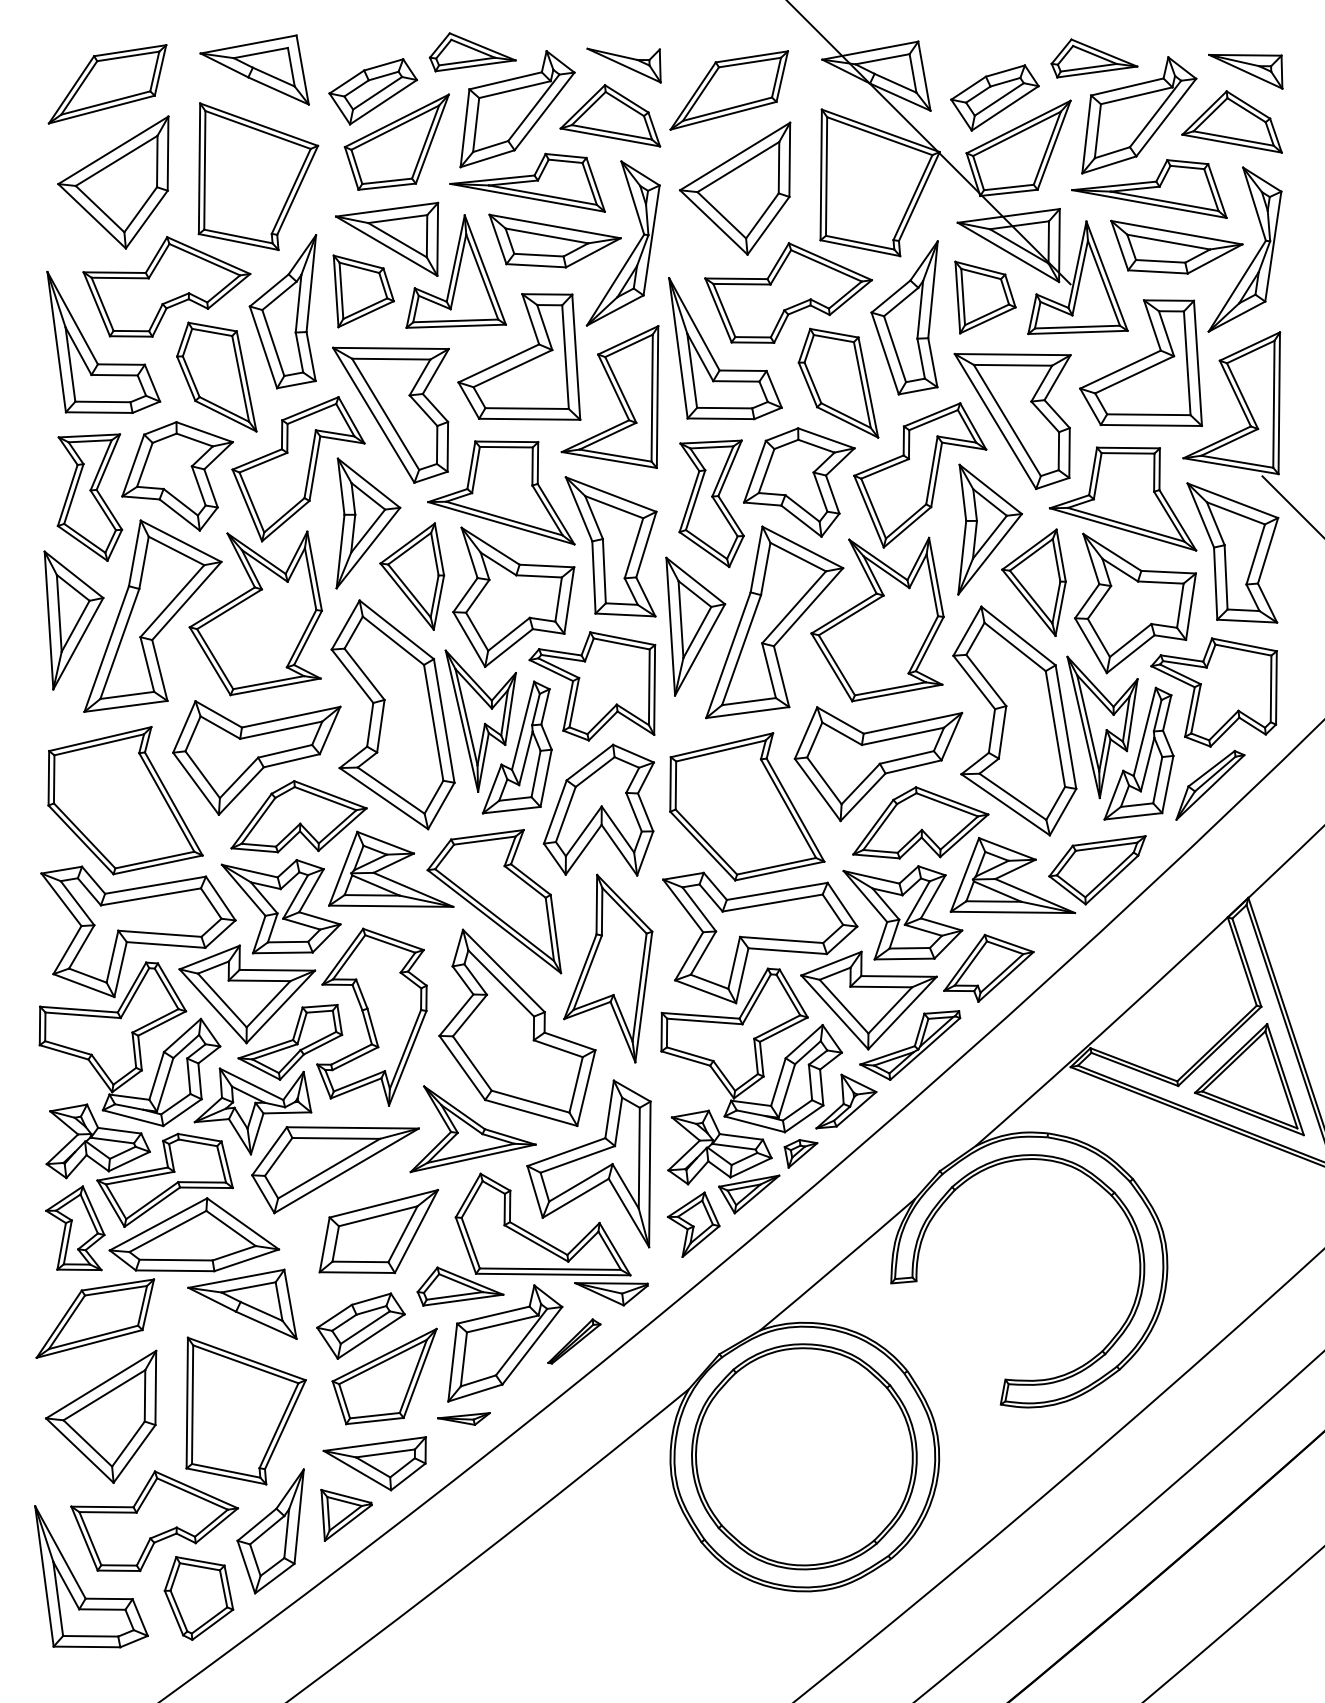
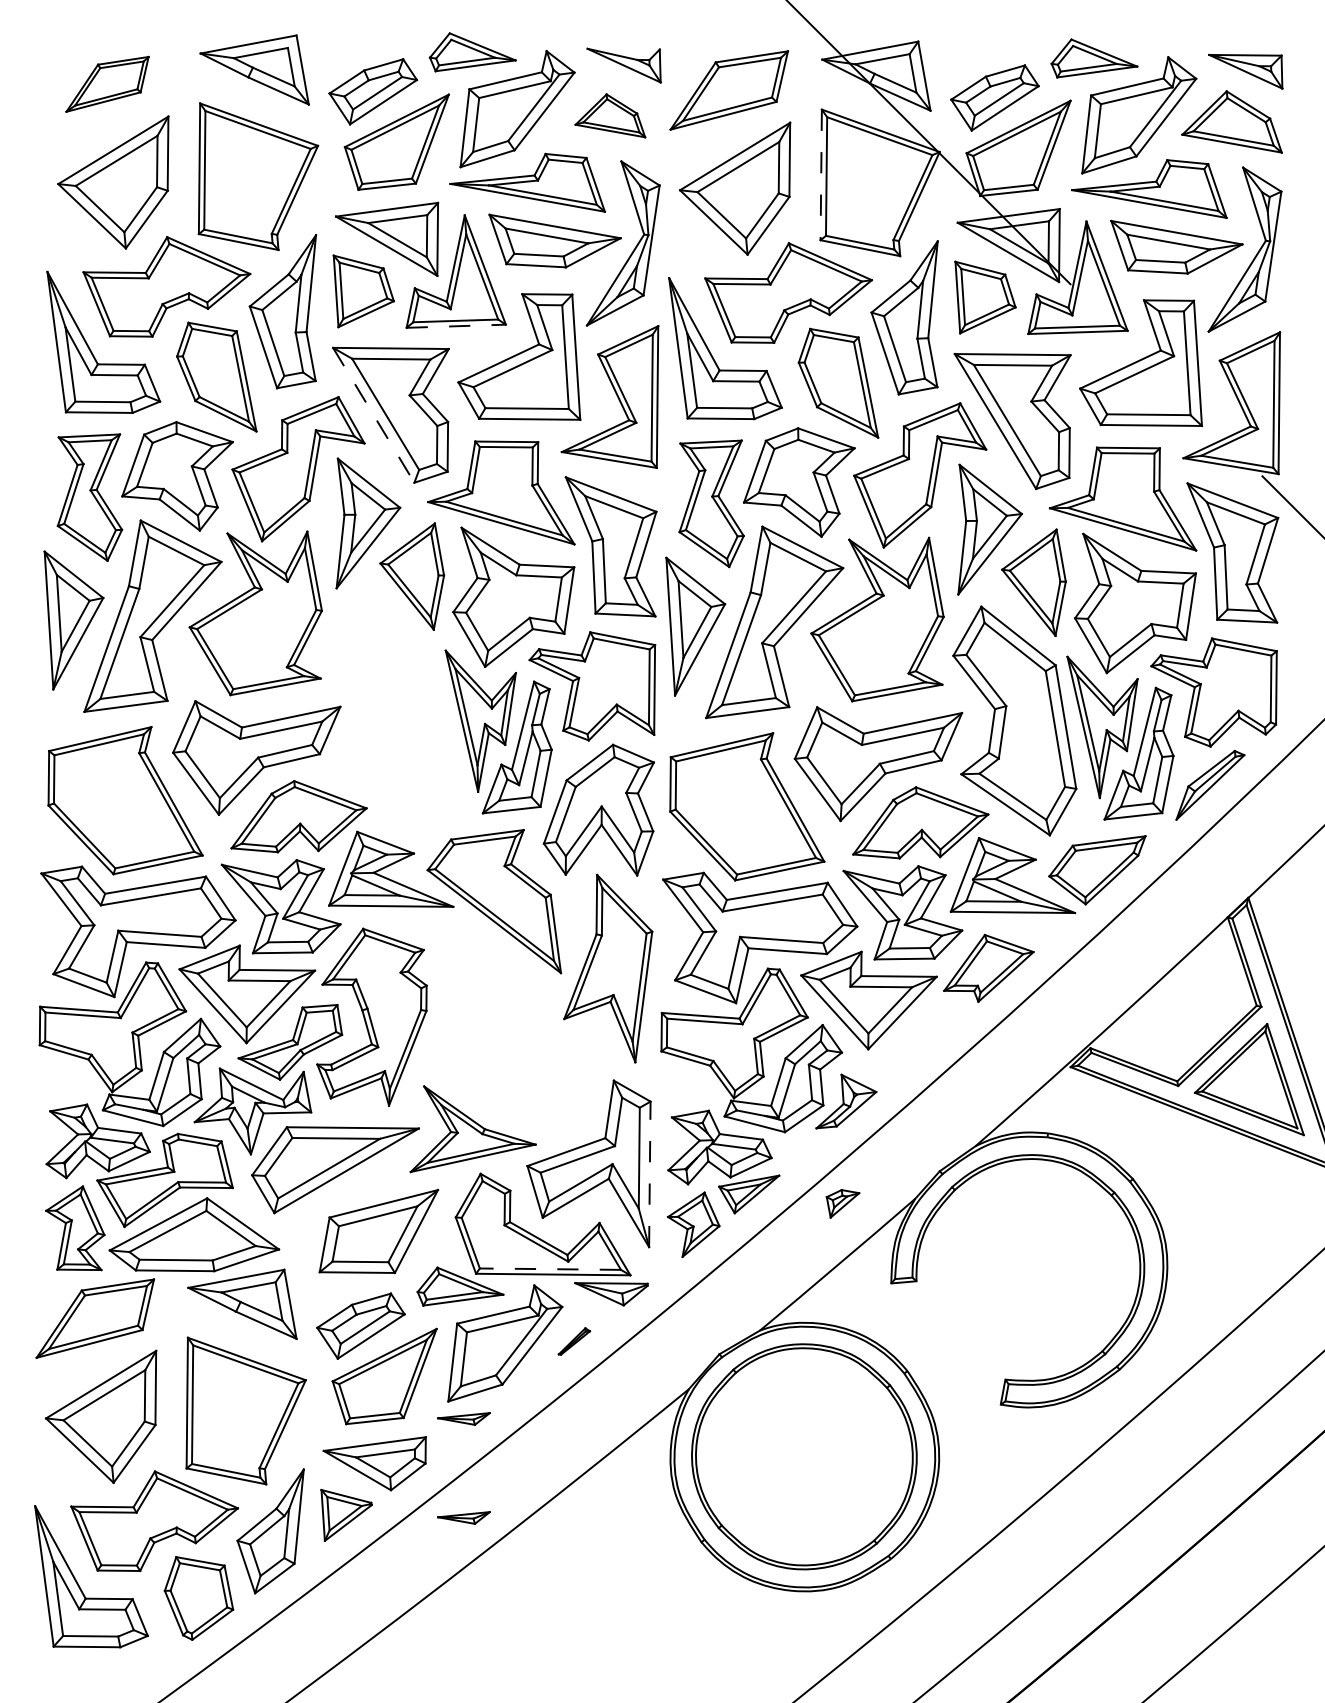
part at (107, 84) size: 121x81 px -> 85x58 px
part at (610, 115) size: 103x64 px -> 73x46 px
line at (821, 175): solid -> dashed
line at (456, 326): solid -> dashed
line at (373, 415): solid -> dashed
part at (392, 714): present -> none
part at (517, 1027): present -> none
part at (910, 1045): present -> none
part at (800, 1153) position: (800, 1153) -> (842, 1203)
line at (649, 1174): solid -> dashed
line at (550, 1269): solid -> dashed
part at (574, 1341) size: 55x47 px -> 35x29 px
part at (463, 1517): none -> present
